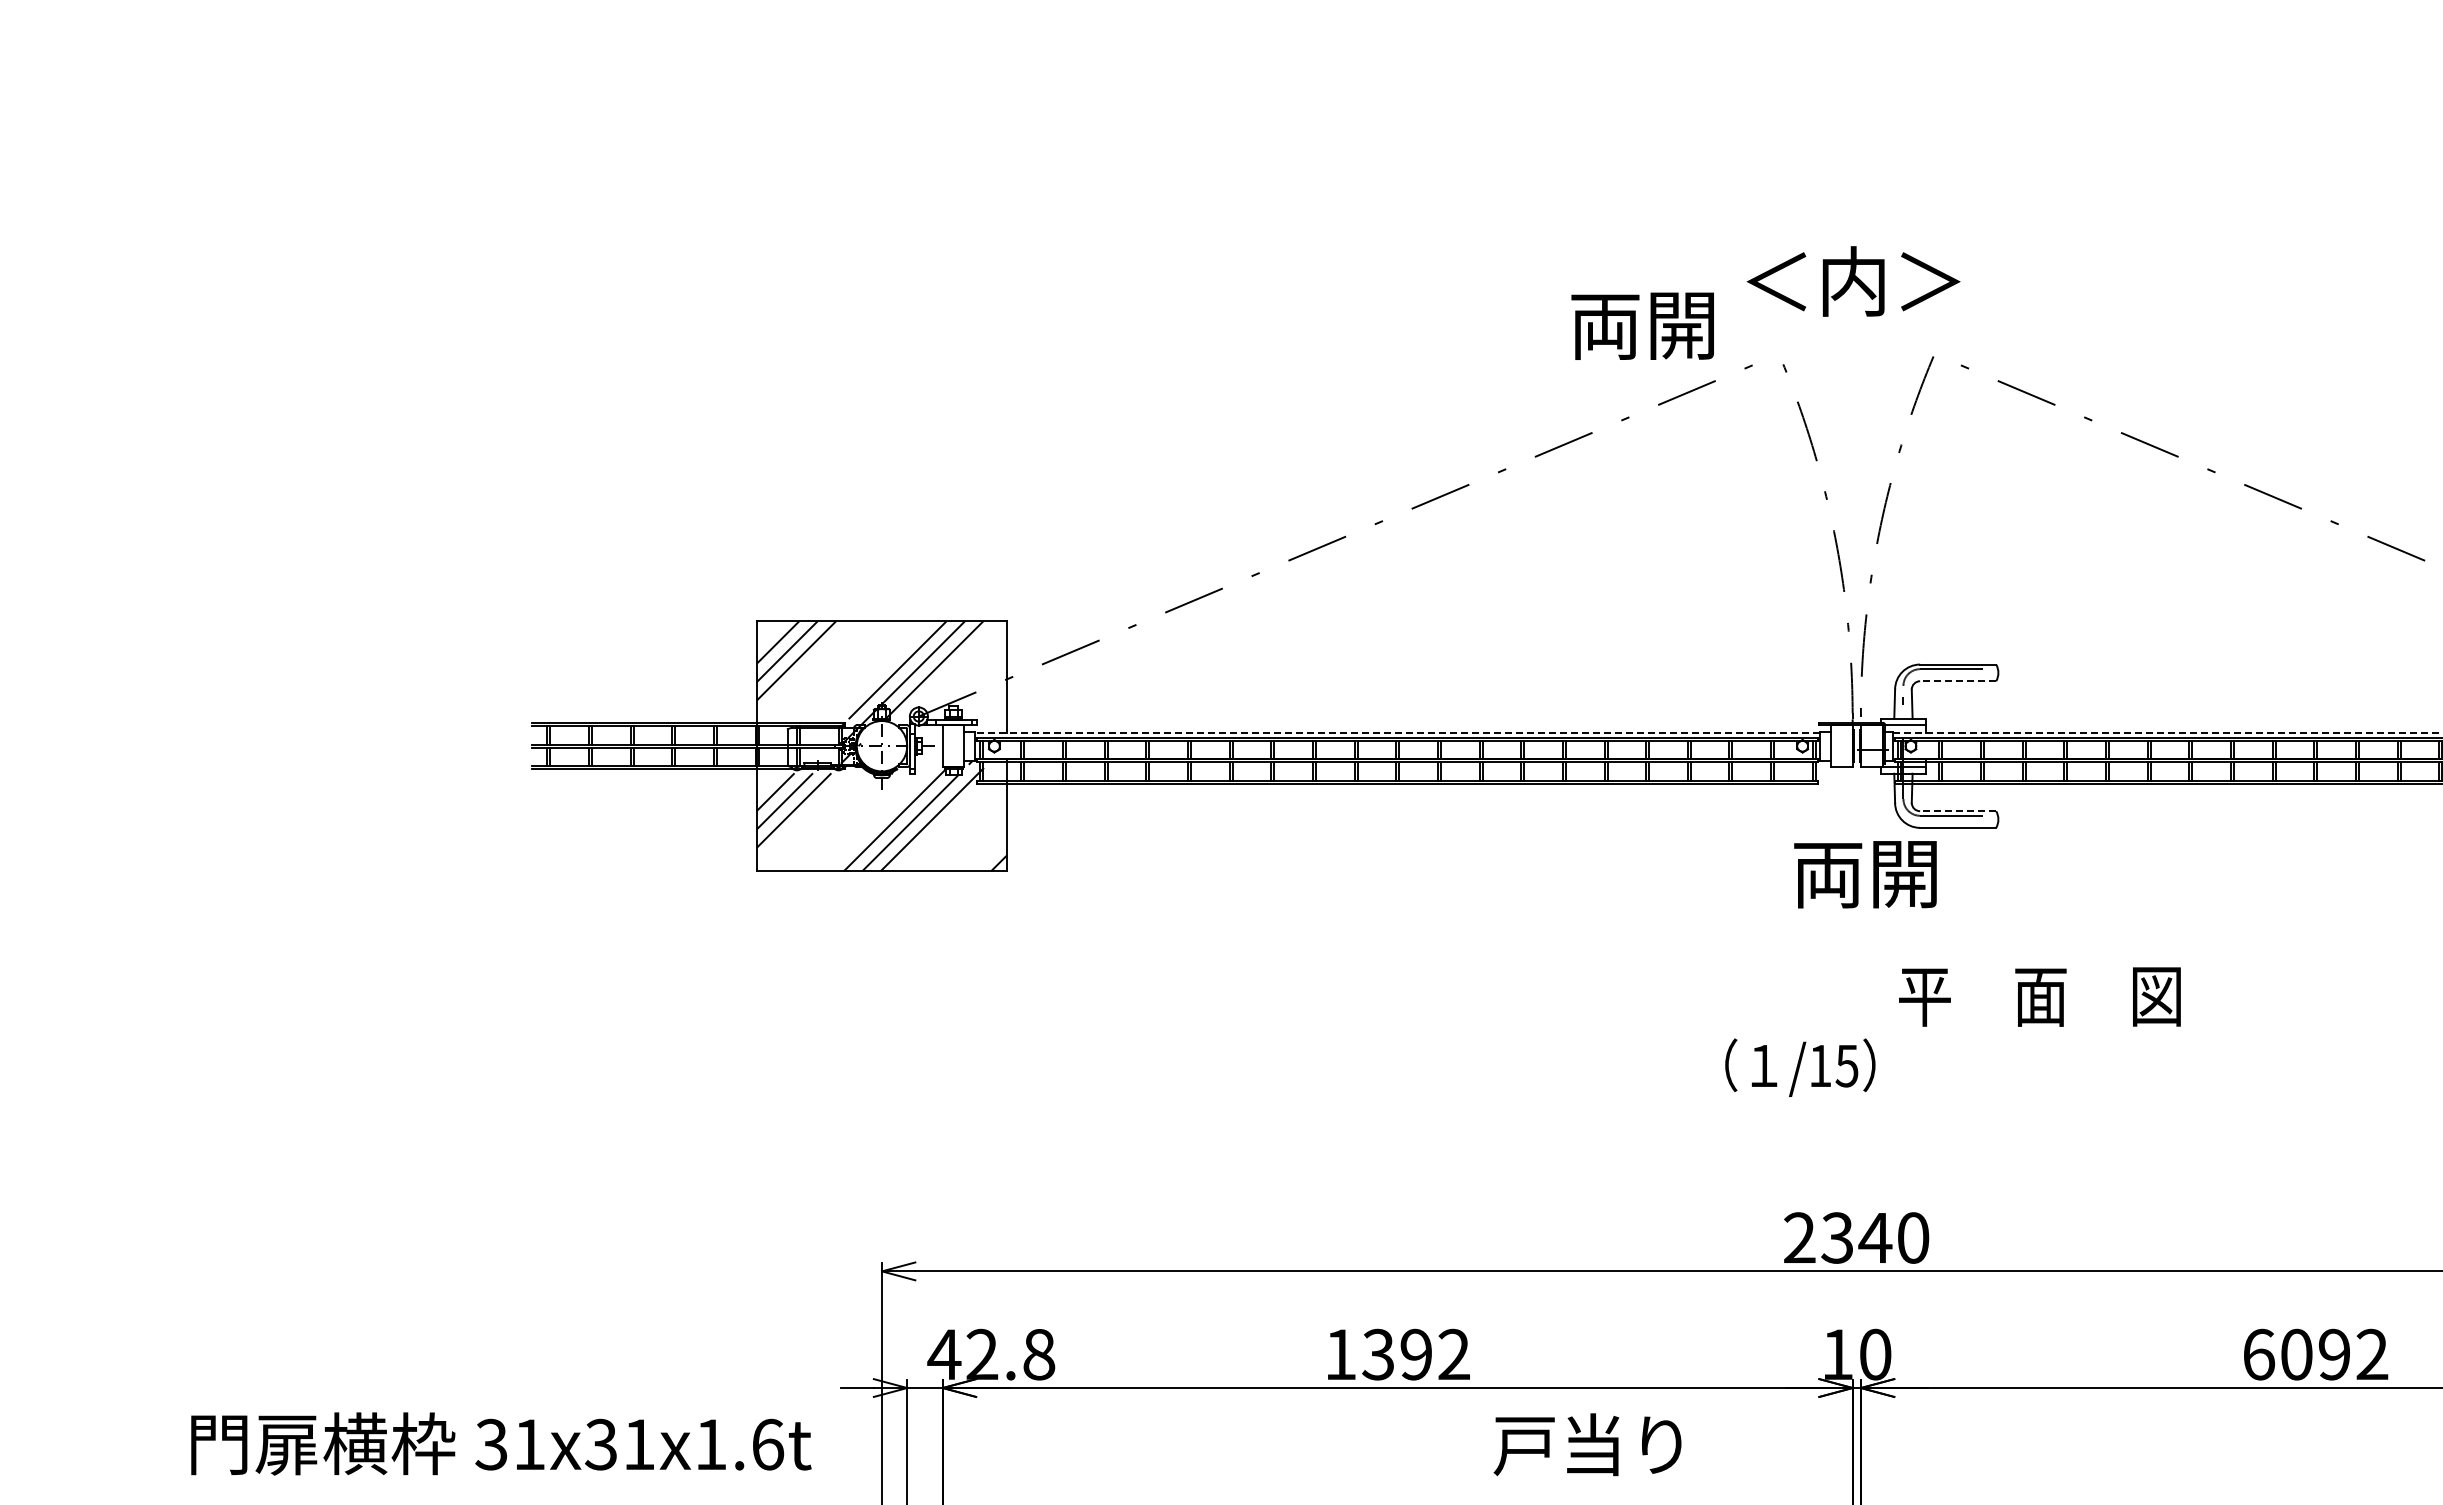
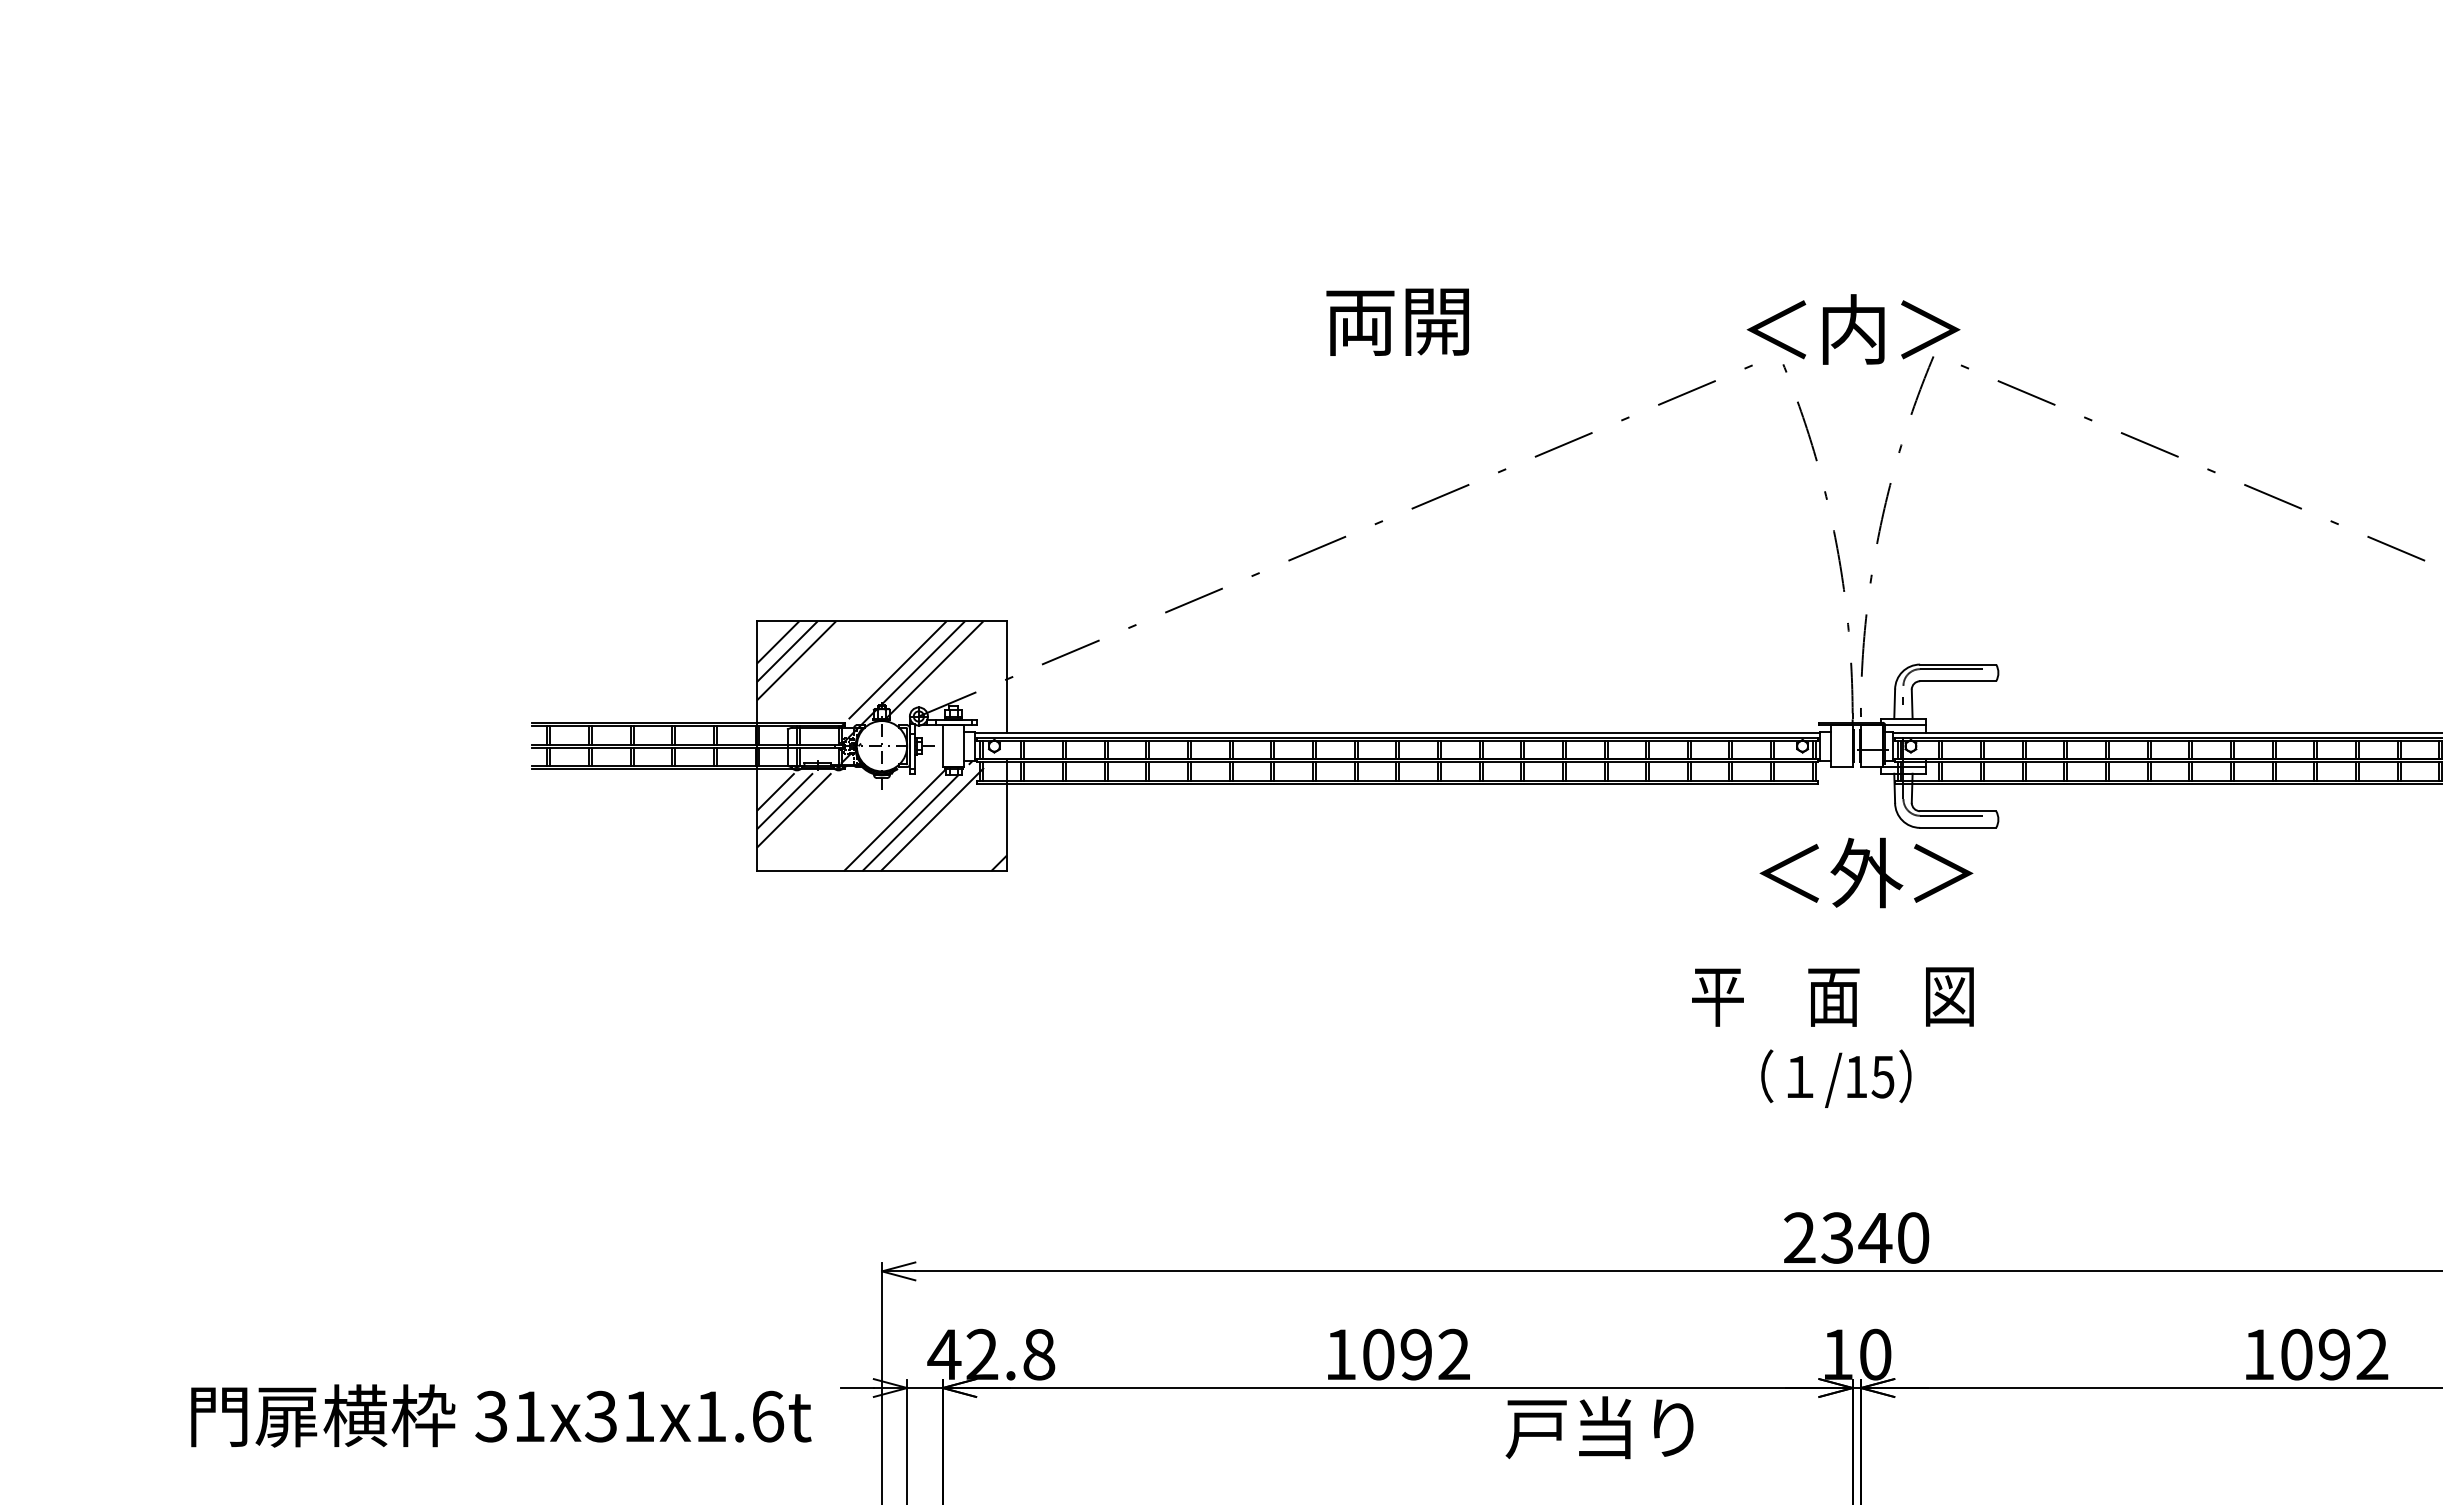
text at (1853, 281) position: (1853, 281) -> (1853, 329)
text at (1642, 325) position: (1642, 325) -> (1397, 321)
line at (1957, 681): dashed -> solid
line at (1397, 733): dashed -> solid
line at (2168, 733): dashed -> solid
line at (1957, 811): dashed -> solid
text at (1866, 872): 両開 -> ＜外＞
text at (2039, 996) position: (2039, 996) -> (1832, 996)
text at (1800, 1067) position: (1800, 1067) -> (1836, 1078)
text at (1378, 1354): 1392 -> 1092
text at (2259, 1354): 6092 -> 1092
text at (501, 1443) position: (501, 1443) -> (501, 1415)
text at (1587, 1444) position: (1587, 1444) -> (1599, 1427)
